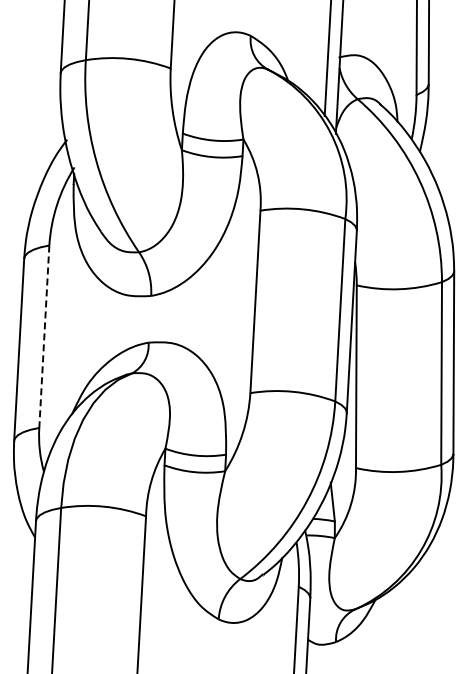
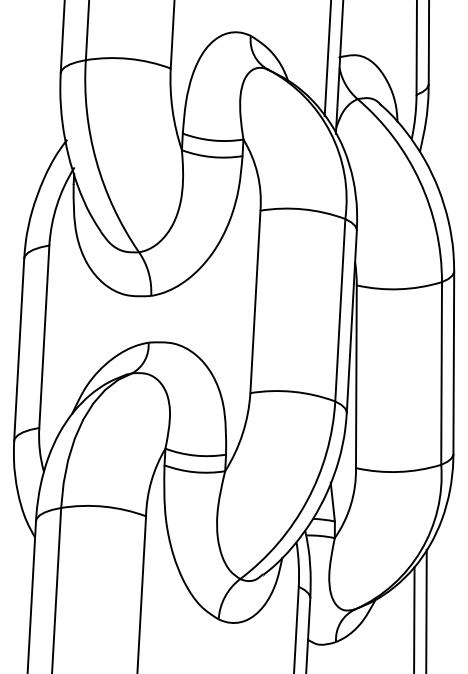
line at (44, 337): dashed -> solid
line at (426, 609): none -> present
line at (414, 618): none -> present
